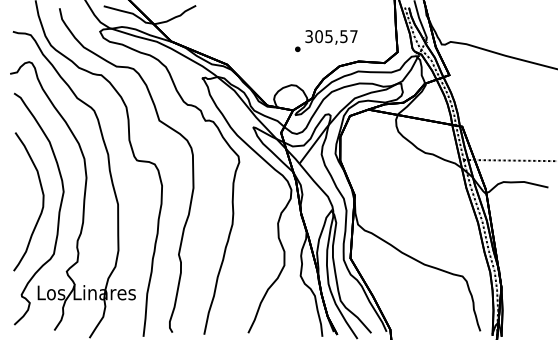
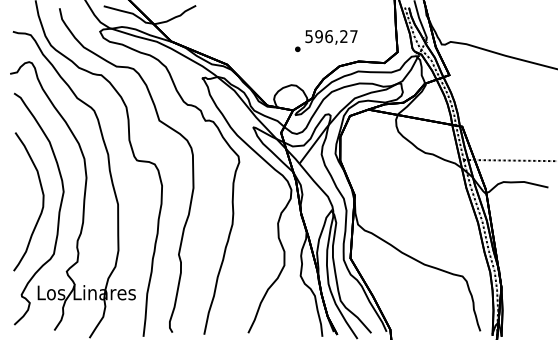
text at (326, 36): 305,57 -> 596,27
